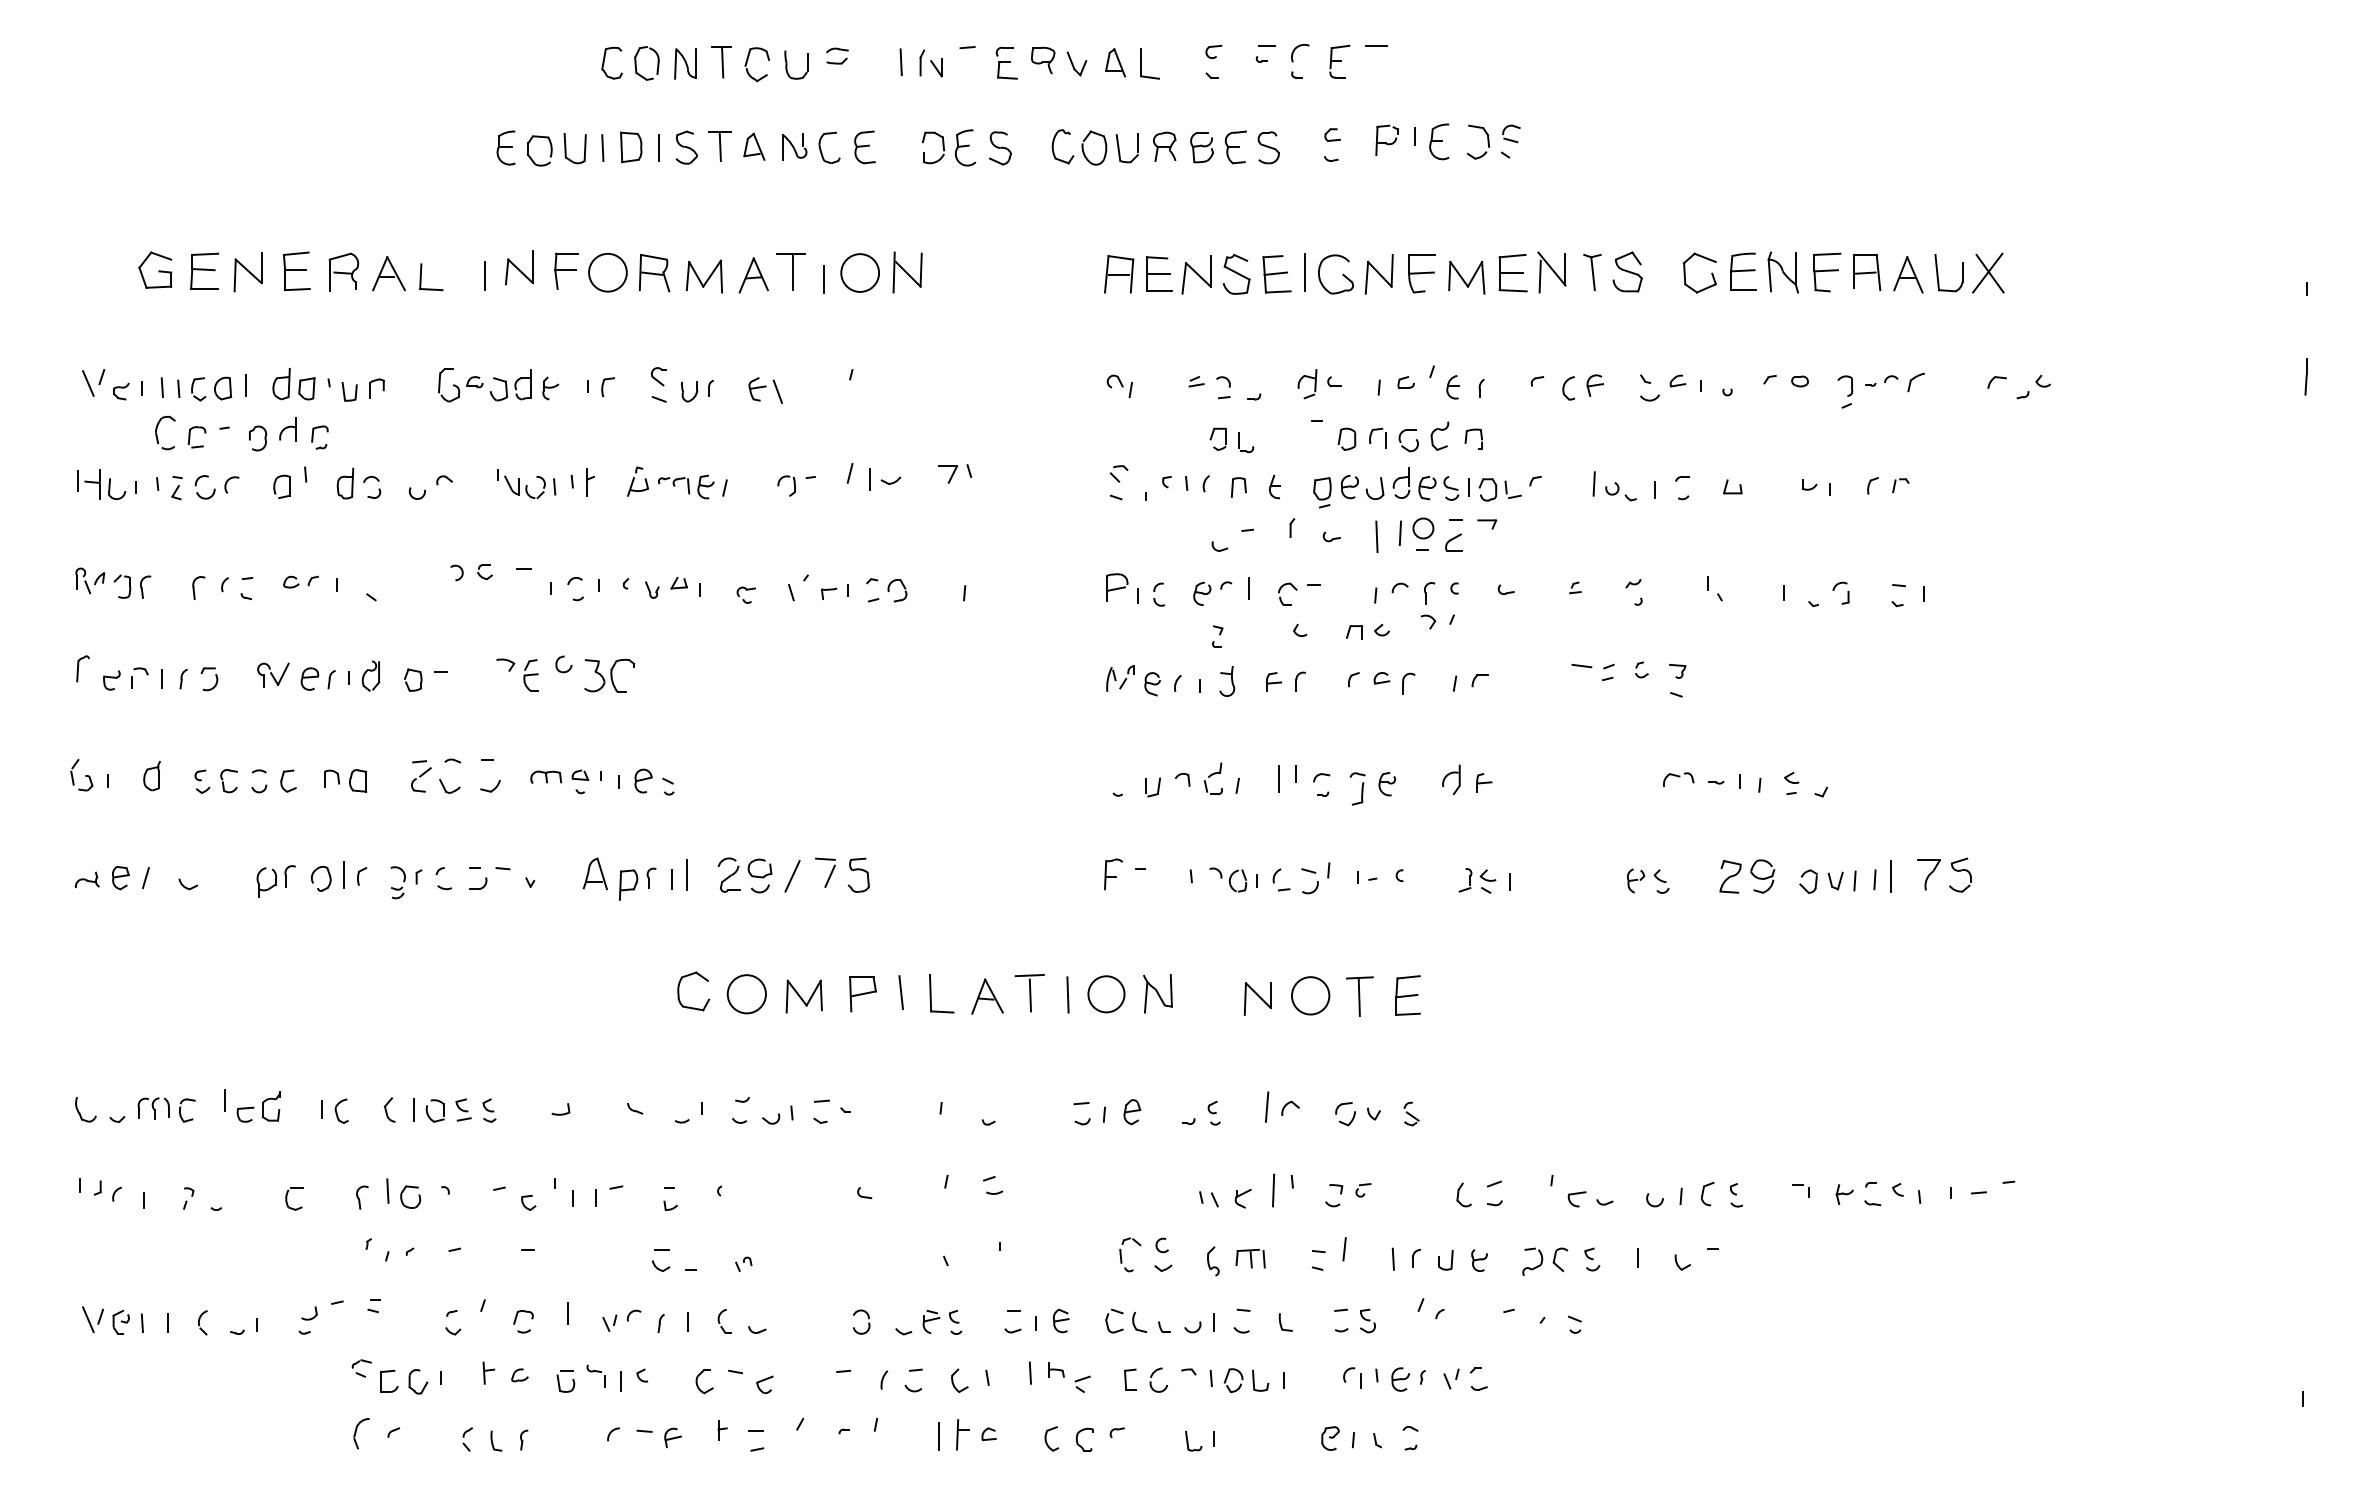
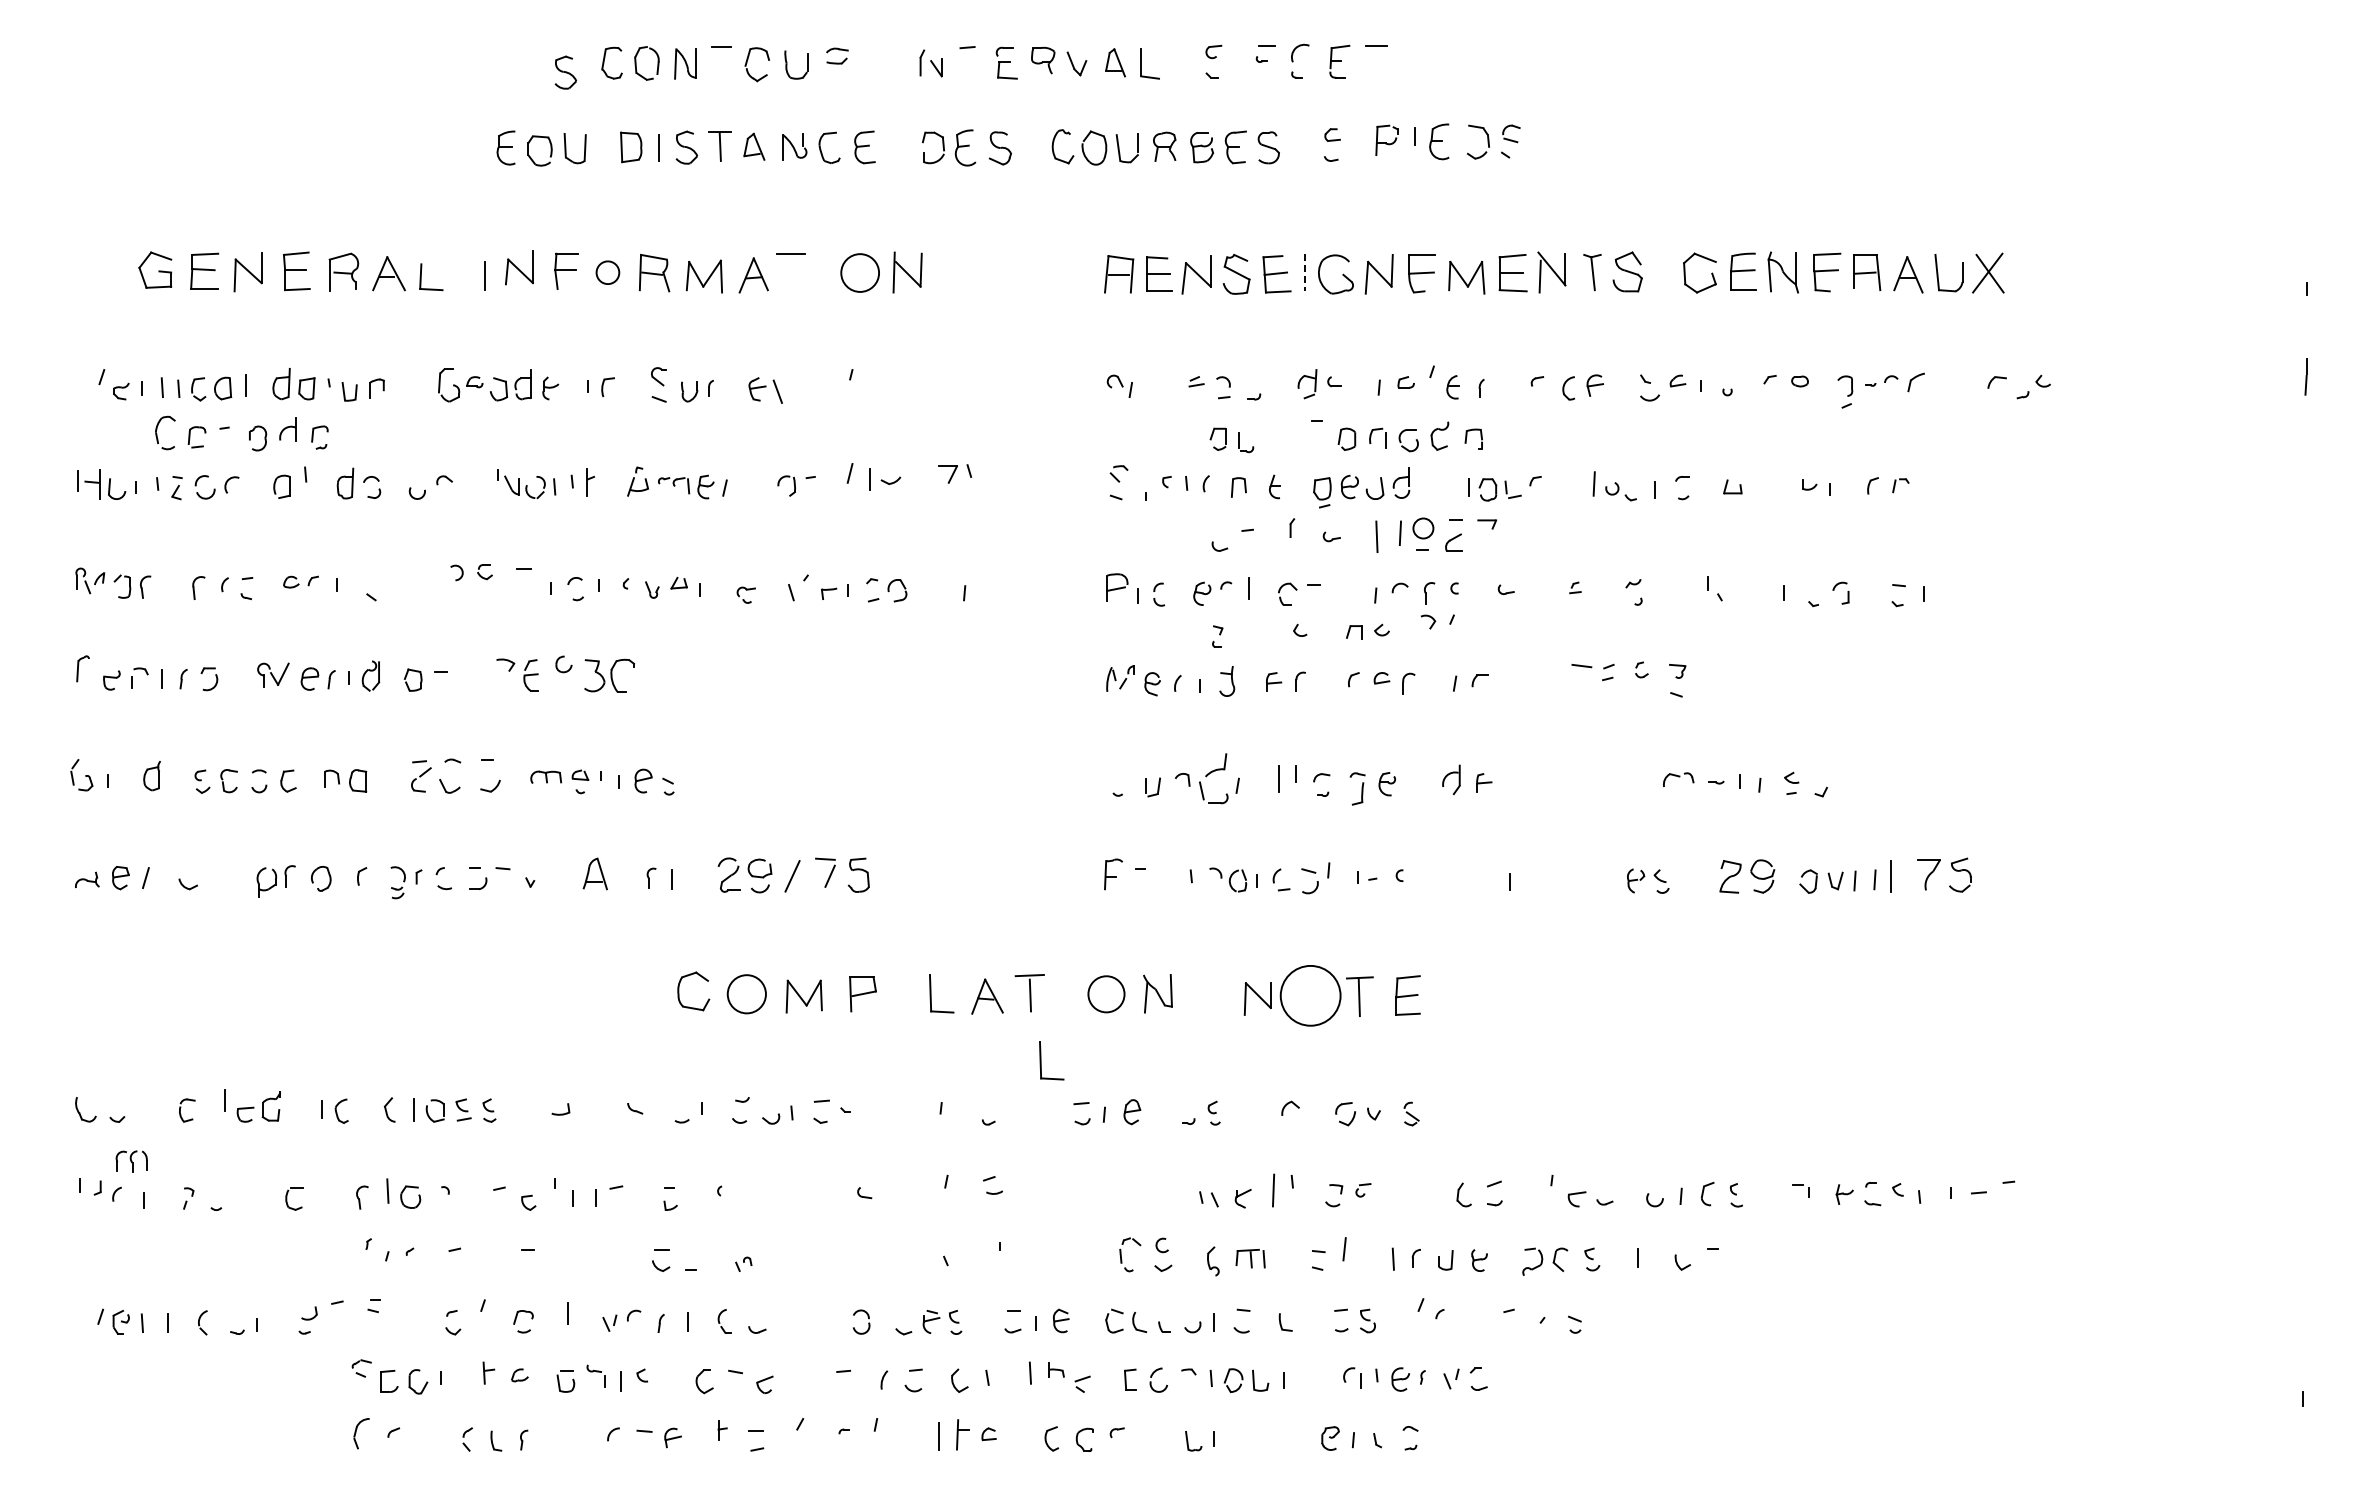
line at (722, 62): present -> none
line at (900, 62): present -> none
part at (565, 72): none -> present
line at (602, 147): present -> none
circle at (607, 272) diameter: 38 px -> 23 px
line at (792, 272): present -> none
line at (1304, 272): solid -> dashed
line at (824, 278): present -> none
line at (88, 383): present -> none
part at (1438, 488): present -> none
part at (1212, 778) size: 20x34 px -> 30x52 px
line at (686, 874): present -> none
line at (343, 875): present -> none
part at (1477, 880): present -> none
part at (628, 884): present -> none
line at (900, 992): present -> none
line at (1067, 994): present -> none
circle at (1310, 995) diameter: 37 px -> 60 px
part at (1041, 1060): none -> present
line at (1266, 1106): present -> none
part at (153, 1108) position: (153, 1108) -> (131, 1161)
line at (88, 1319): present -> none
